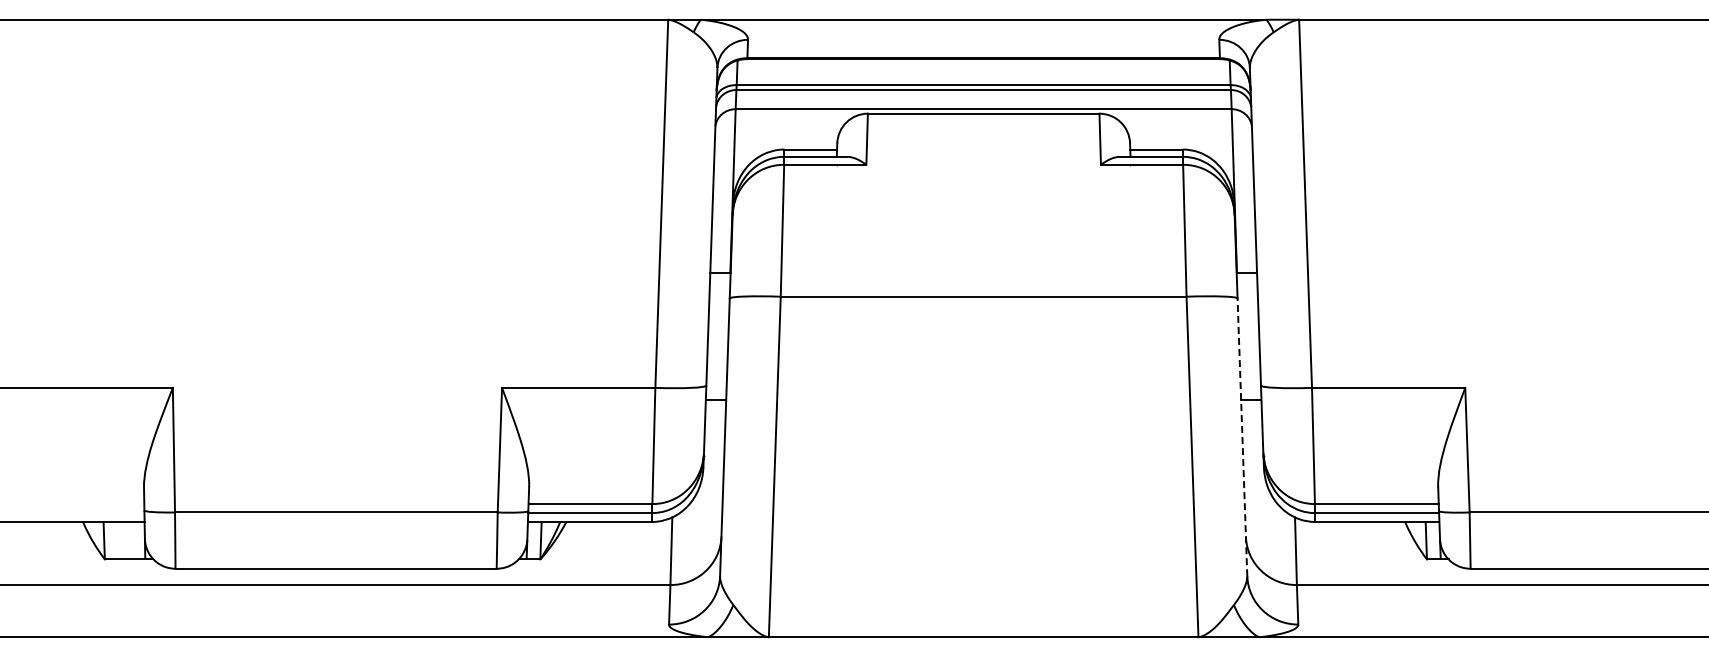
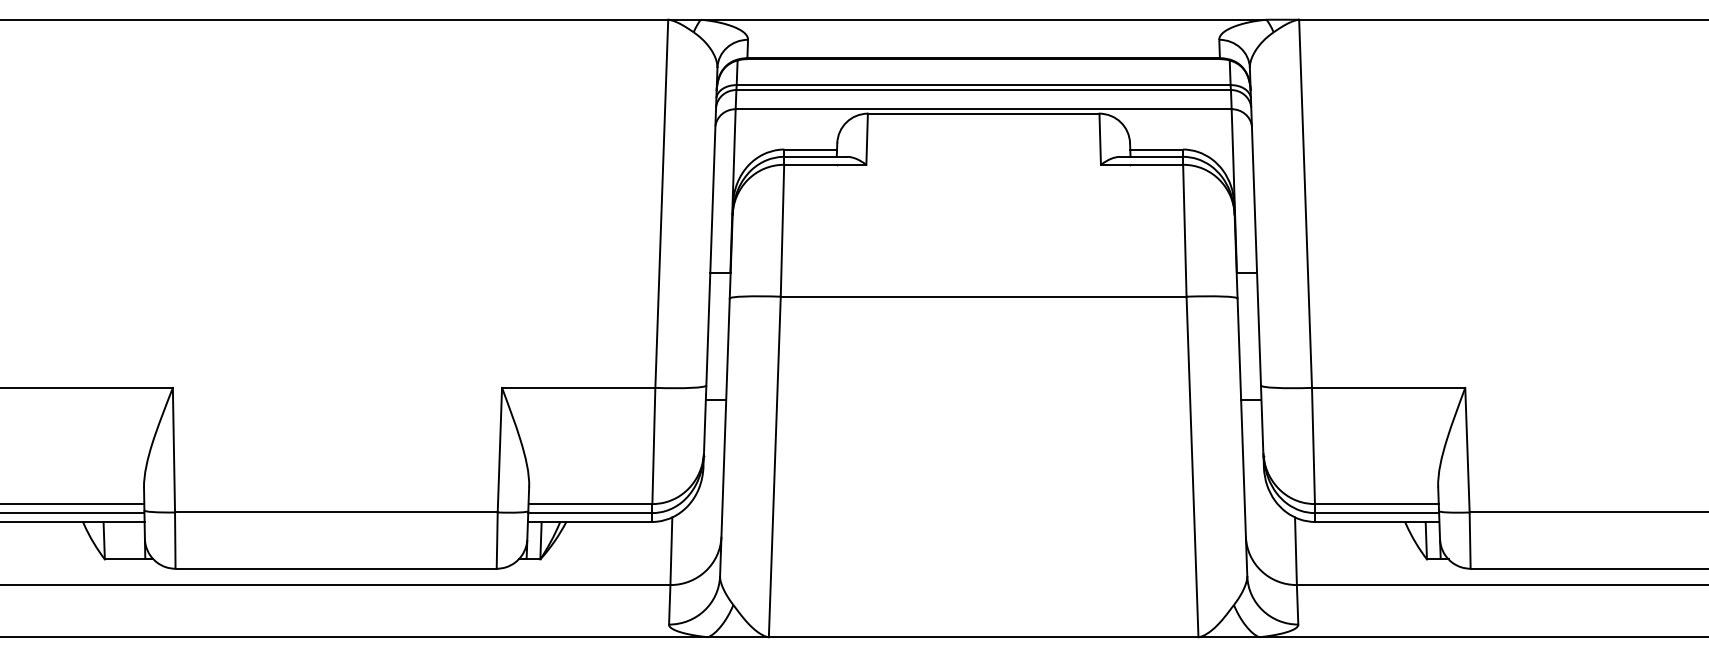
line at (1242, 437): dashed -> solid
line at (73, 504): none -> present
line at (73, 513): none -> present
